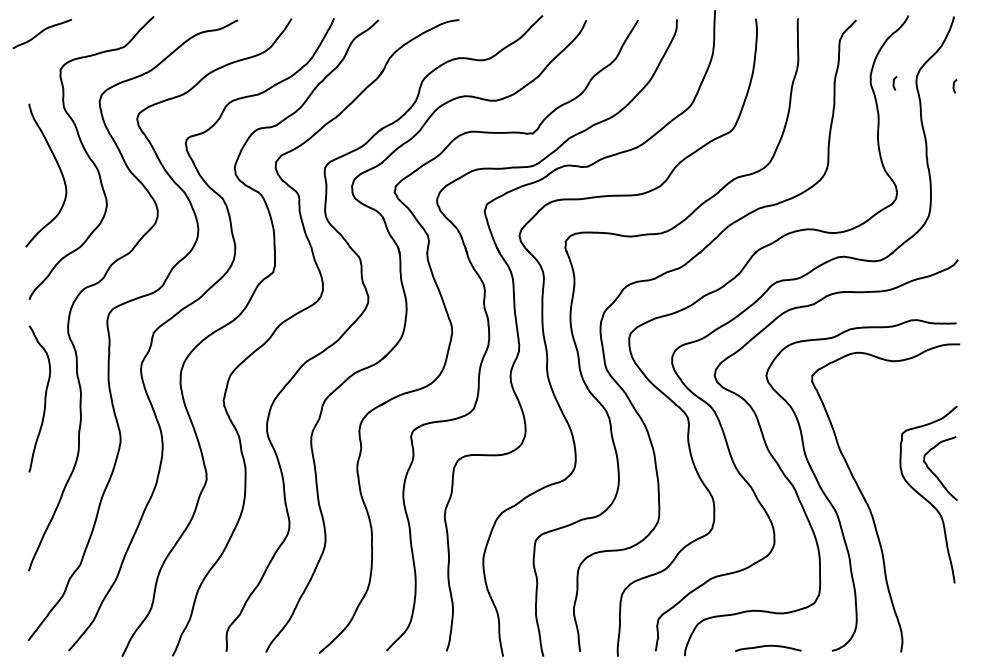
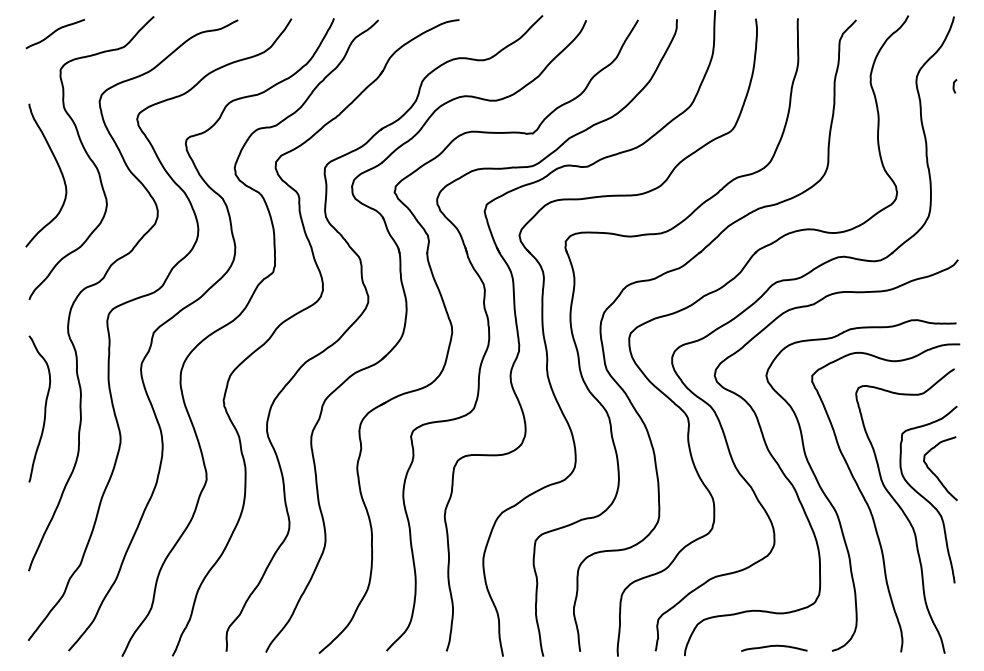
curve at (41, 33) position: (41, 33) -> (54, 33)
curve at (894, 83): present -> none
curve at (44, 398) position: (44, 398) -> (44, 408)
curve at (903, 510): none -> present
curve at (768, 646) position: (768, 646) -> (774, 646)
